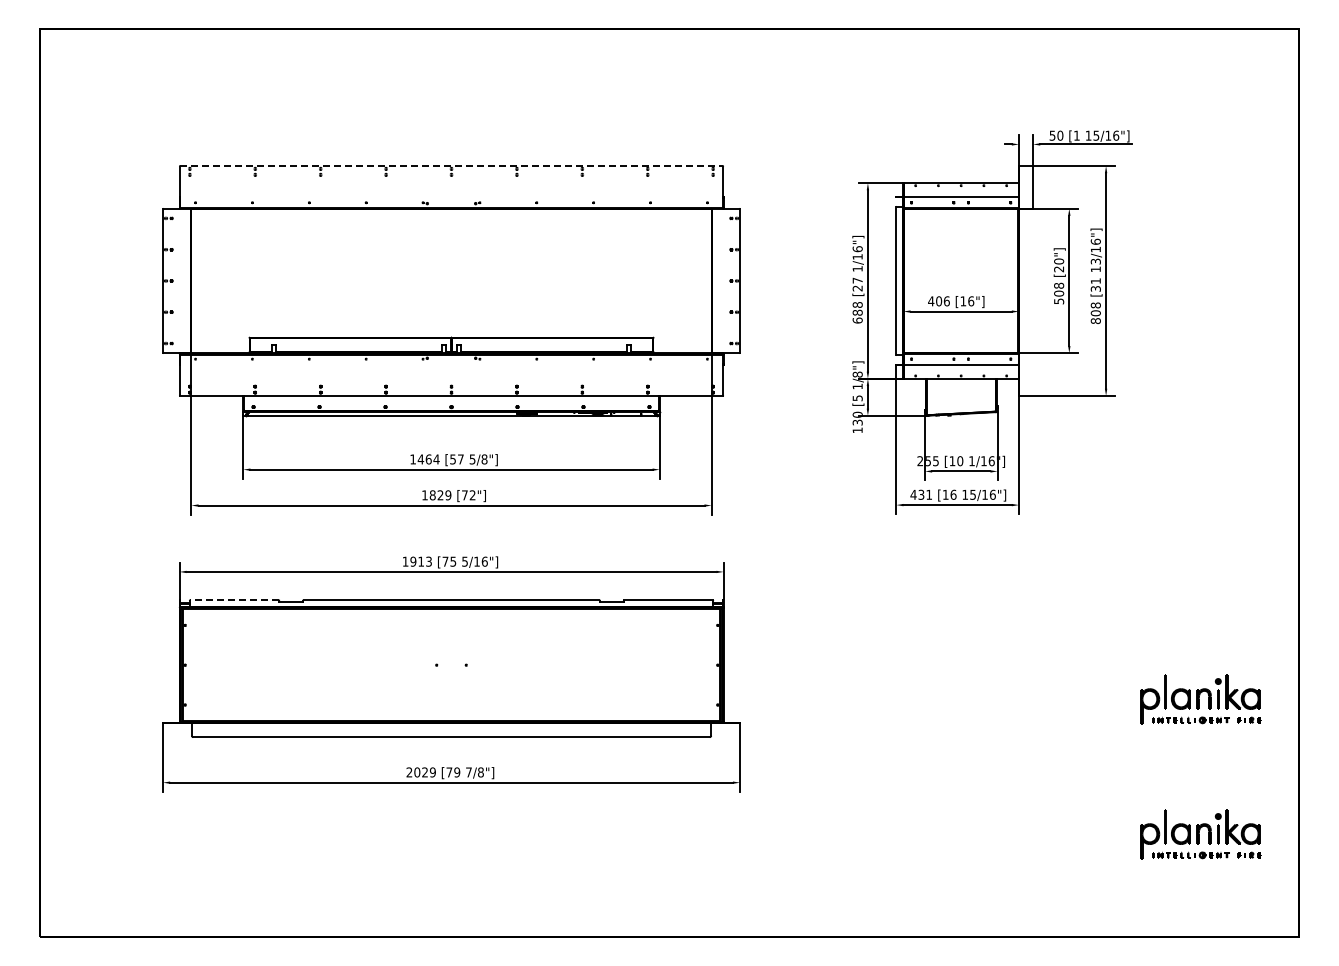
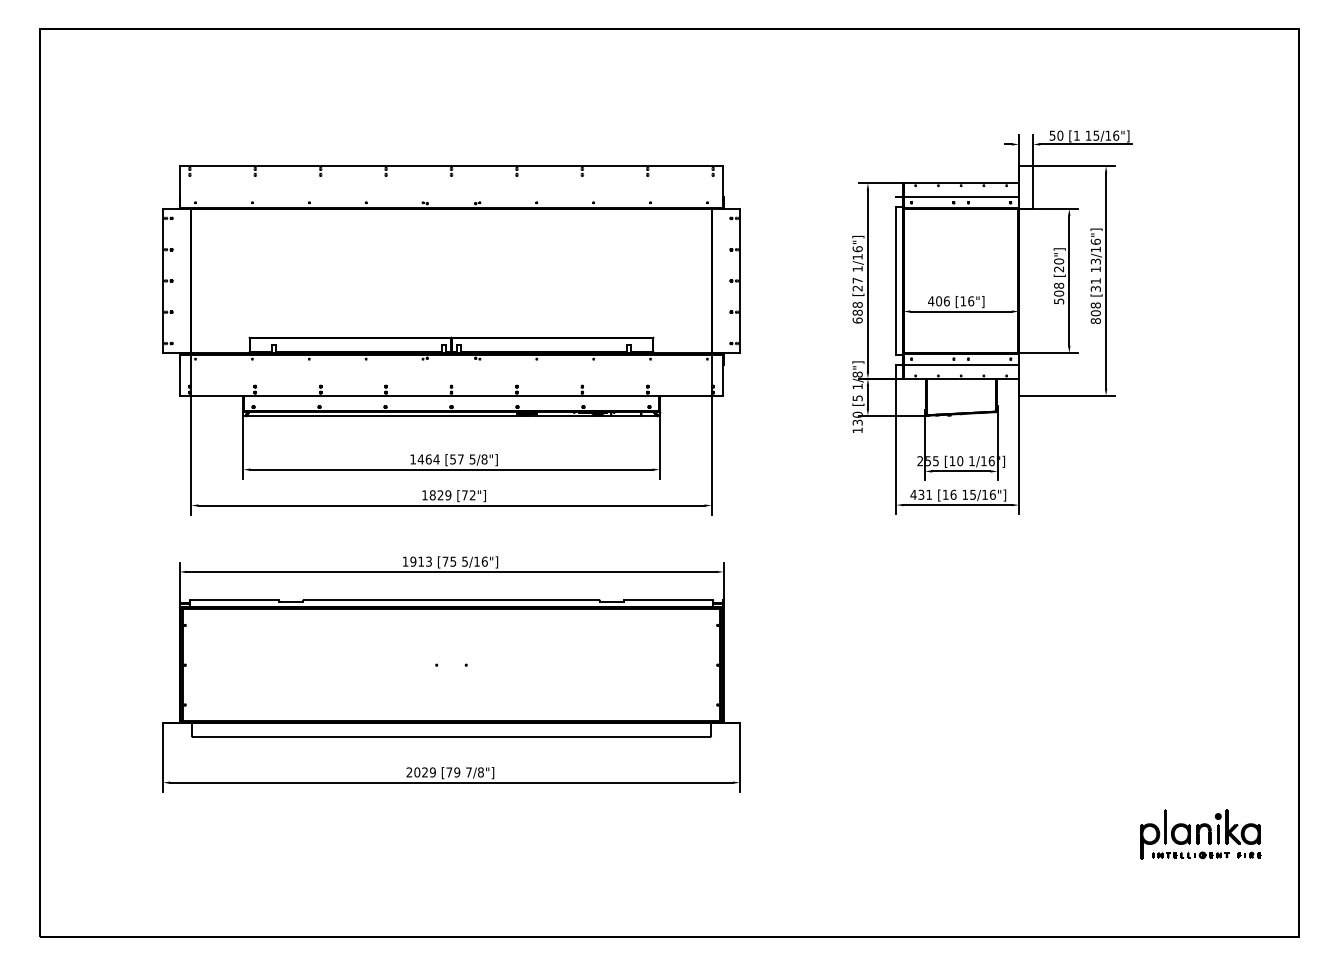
line at (452, 166): dashed -> solid
line at (234, 600): dashed -> solid
part at (1200, 699): present -> none
